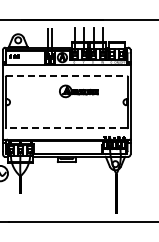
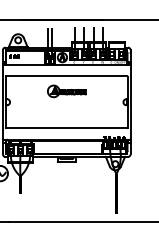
line at (67, 76): dashed -> solid
part at (78, 91) position: (78, 91) -> (66, 91)
line at (66, 128): dashed -> solid
